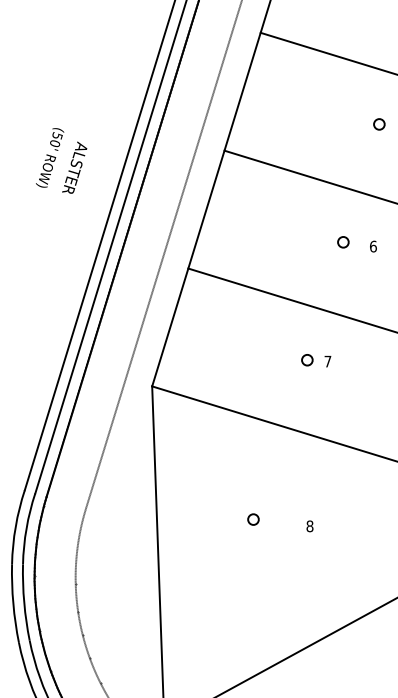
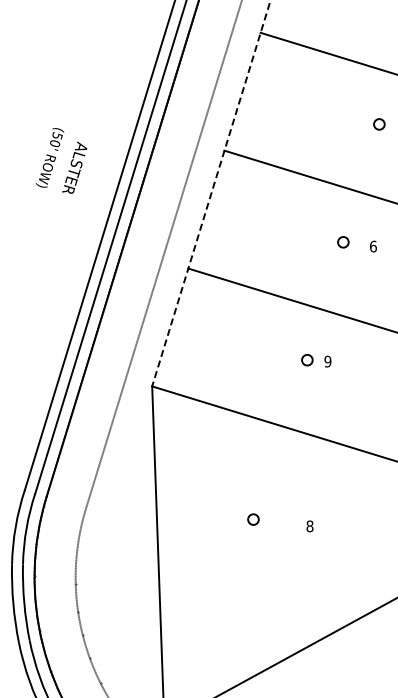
line at (211, 193): solid -> dashed
text at (327, 361): 7 -> 9
